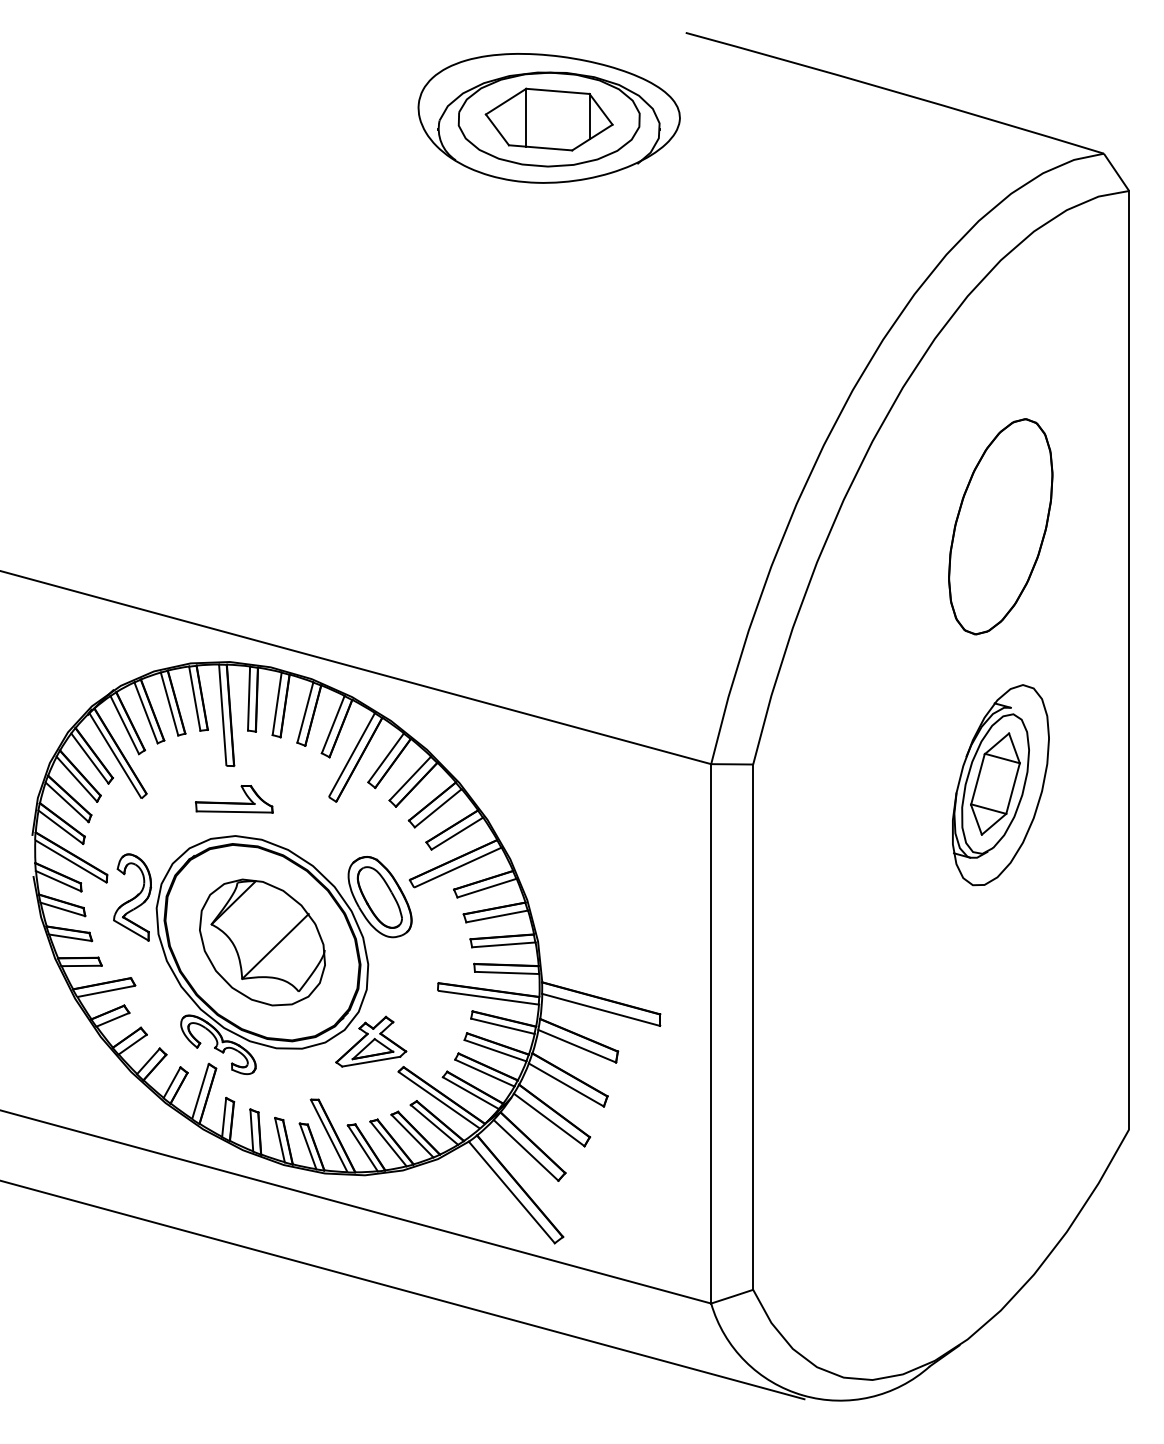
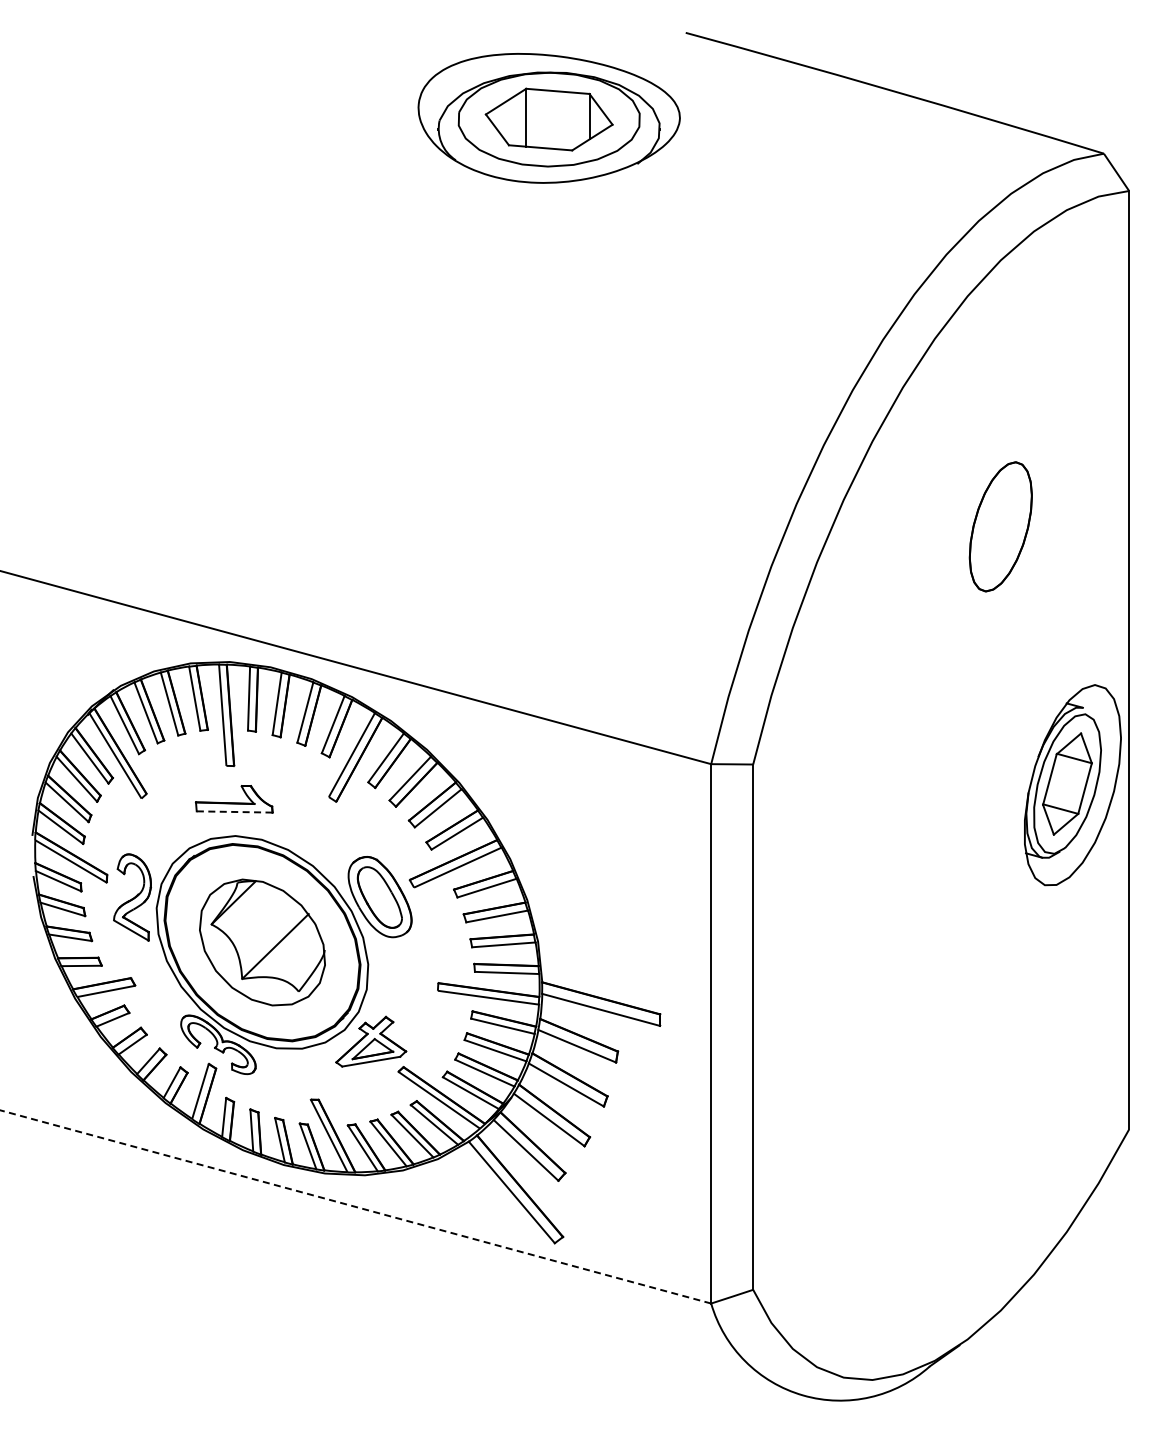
part at (1000, 526) size: 106x218 px -> 65x132 px
part at (1000, 785) position: (1000, 785) -> (1072, 785)
line at (234, 811): solid -> dashed
line at (355, 1206): solid -> dashed
line at (403, 1290): present -> none
